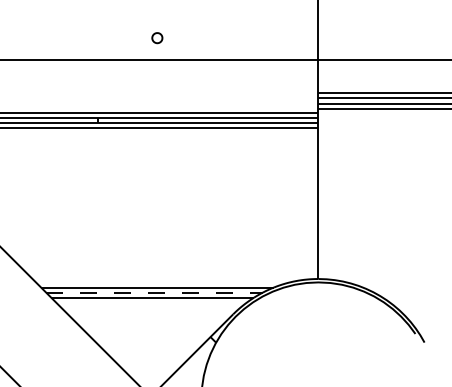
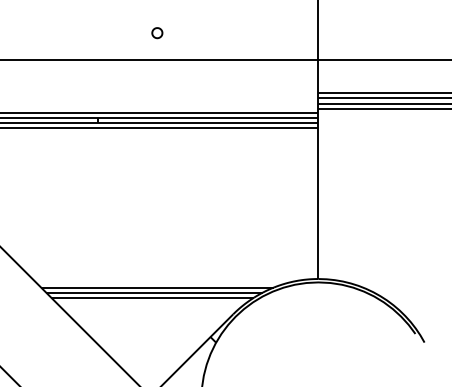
part at (157, 38) position: (157, 38) -> (157, 33)
line at (155, 292): dashed -> solid
